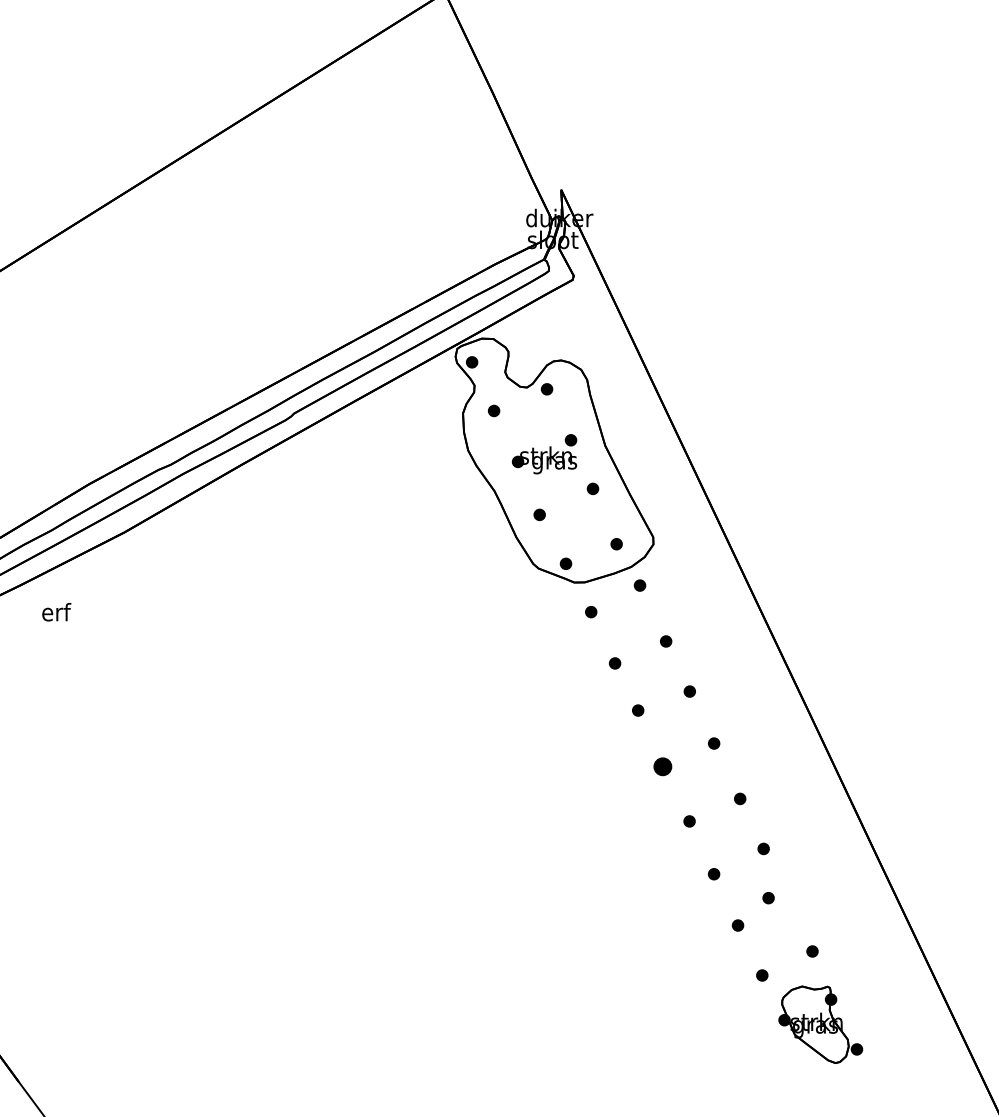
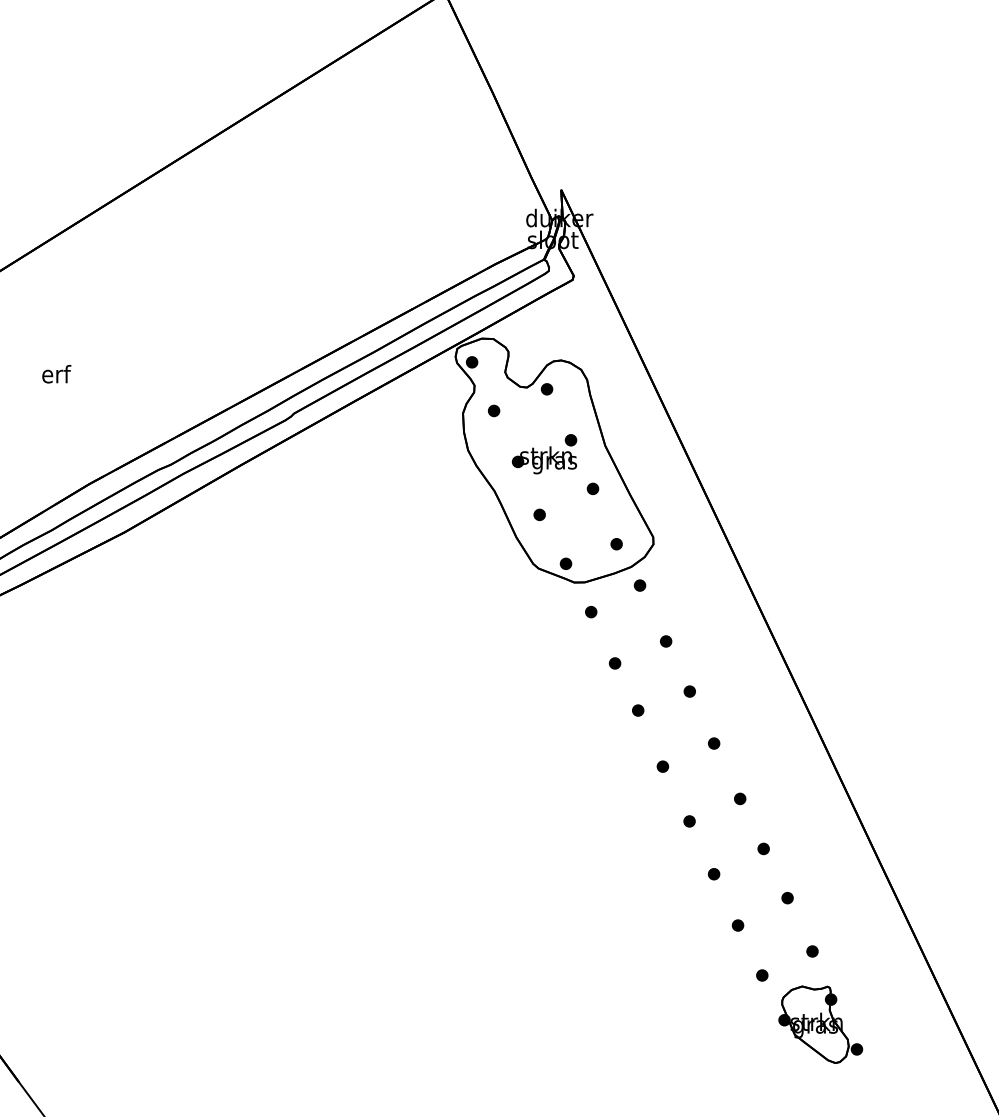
text at (56, 612) position: (56, 612) -> (56, 374)
part at (662, 766) size: 20x20 px -> 14x13 px
part at (768, 898) position: (768, 898) -> (787, 898)
